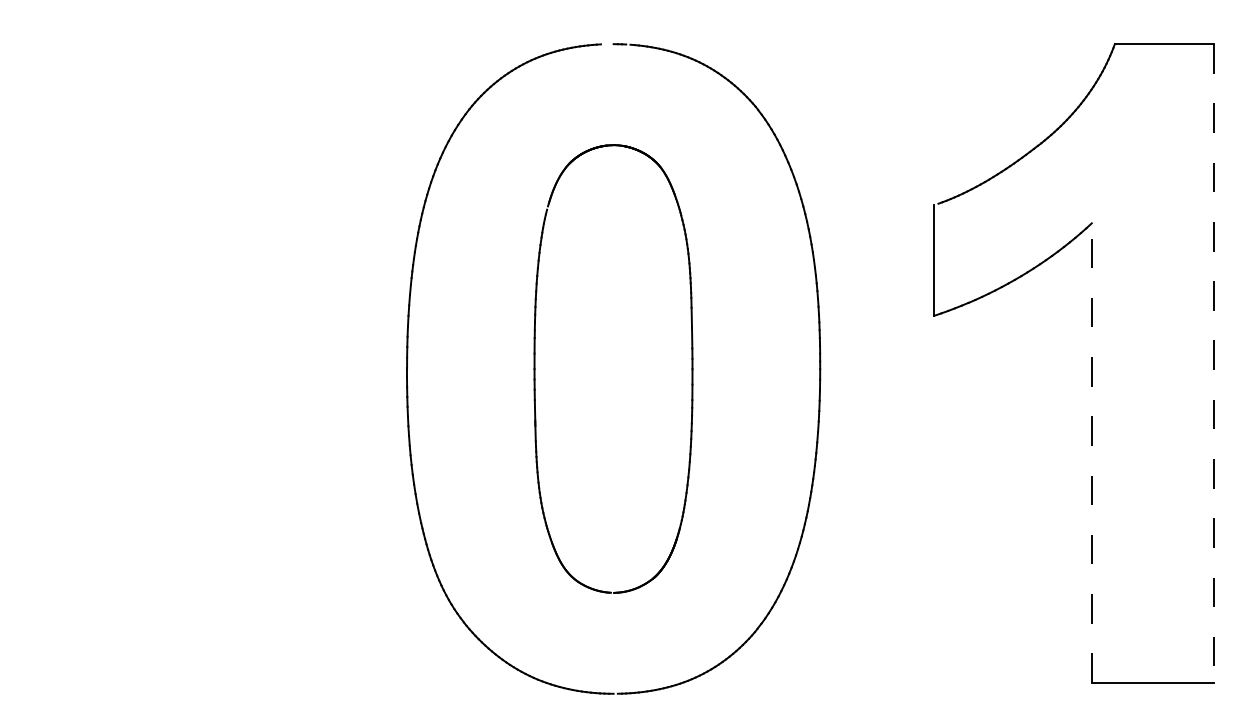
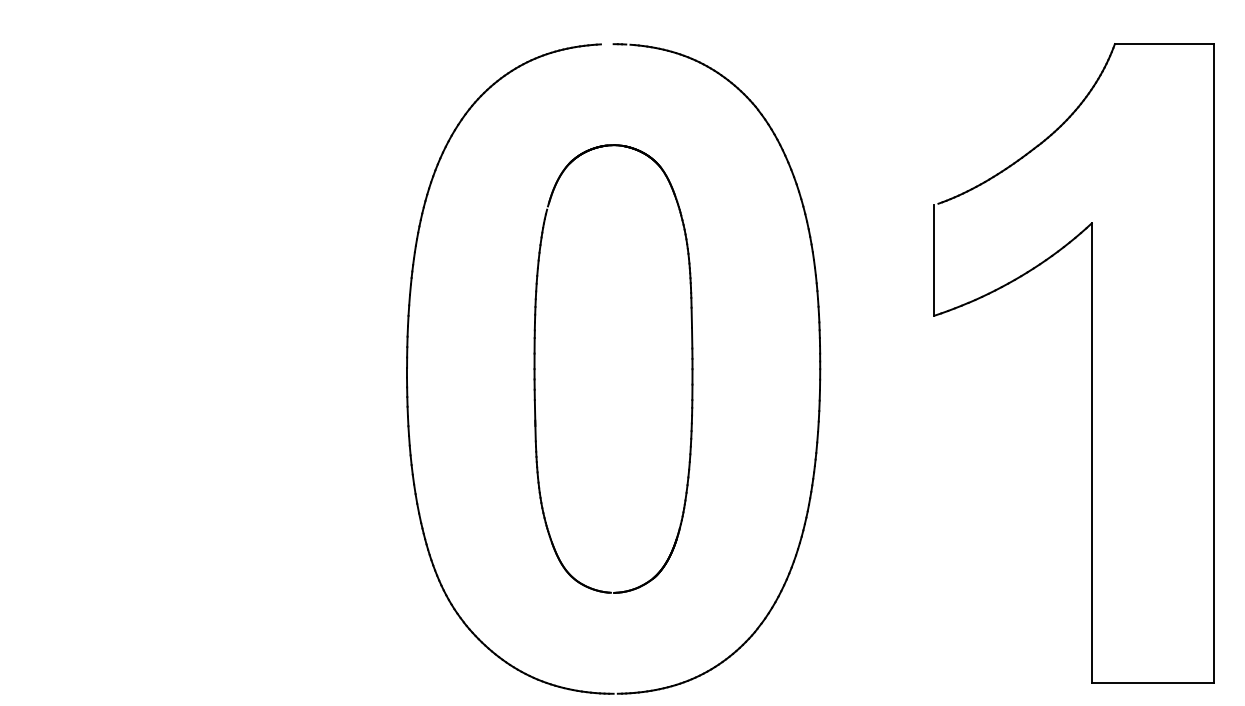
line at (1213, 364): dashed -> solid
line at (1091, 453): dashed -> solid
